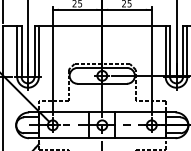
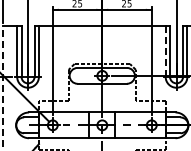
line at (165, 52): solid -> dashed
line at (3, 88): solid -> dashed
